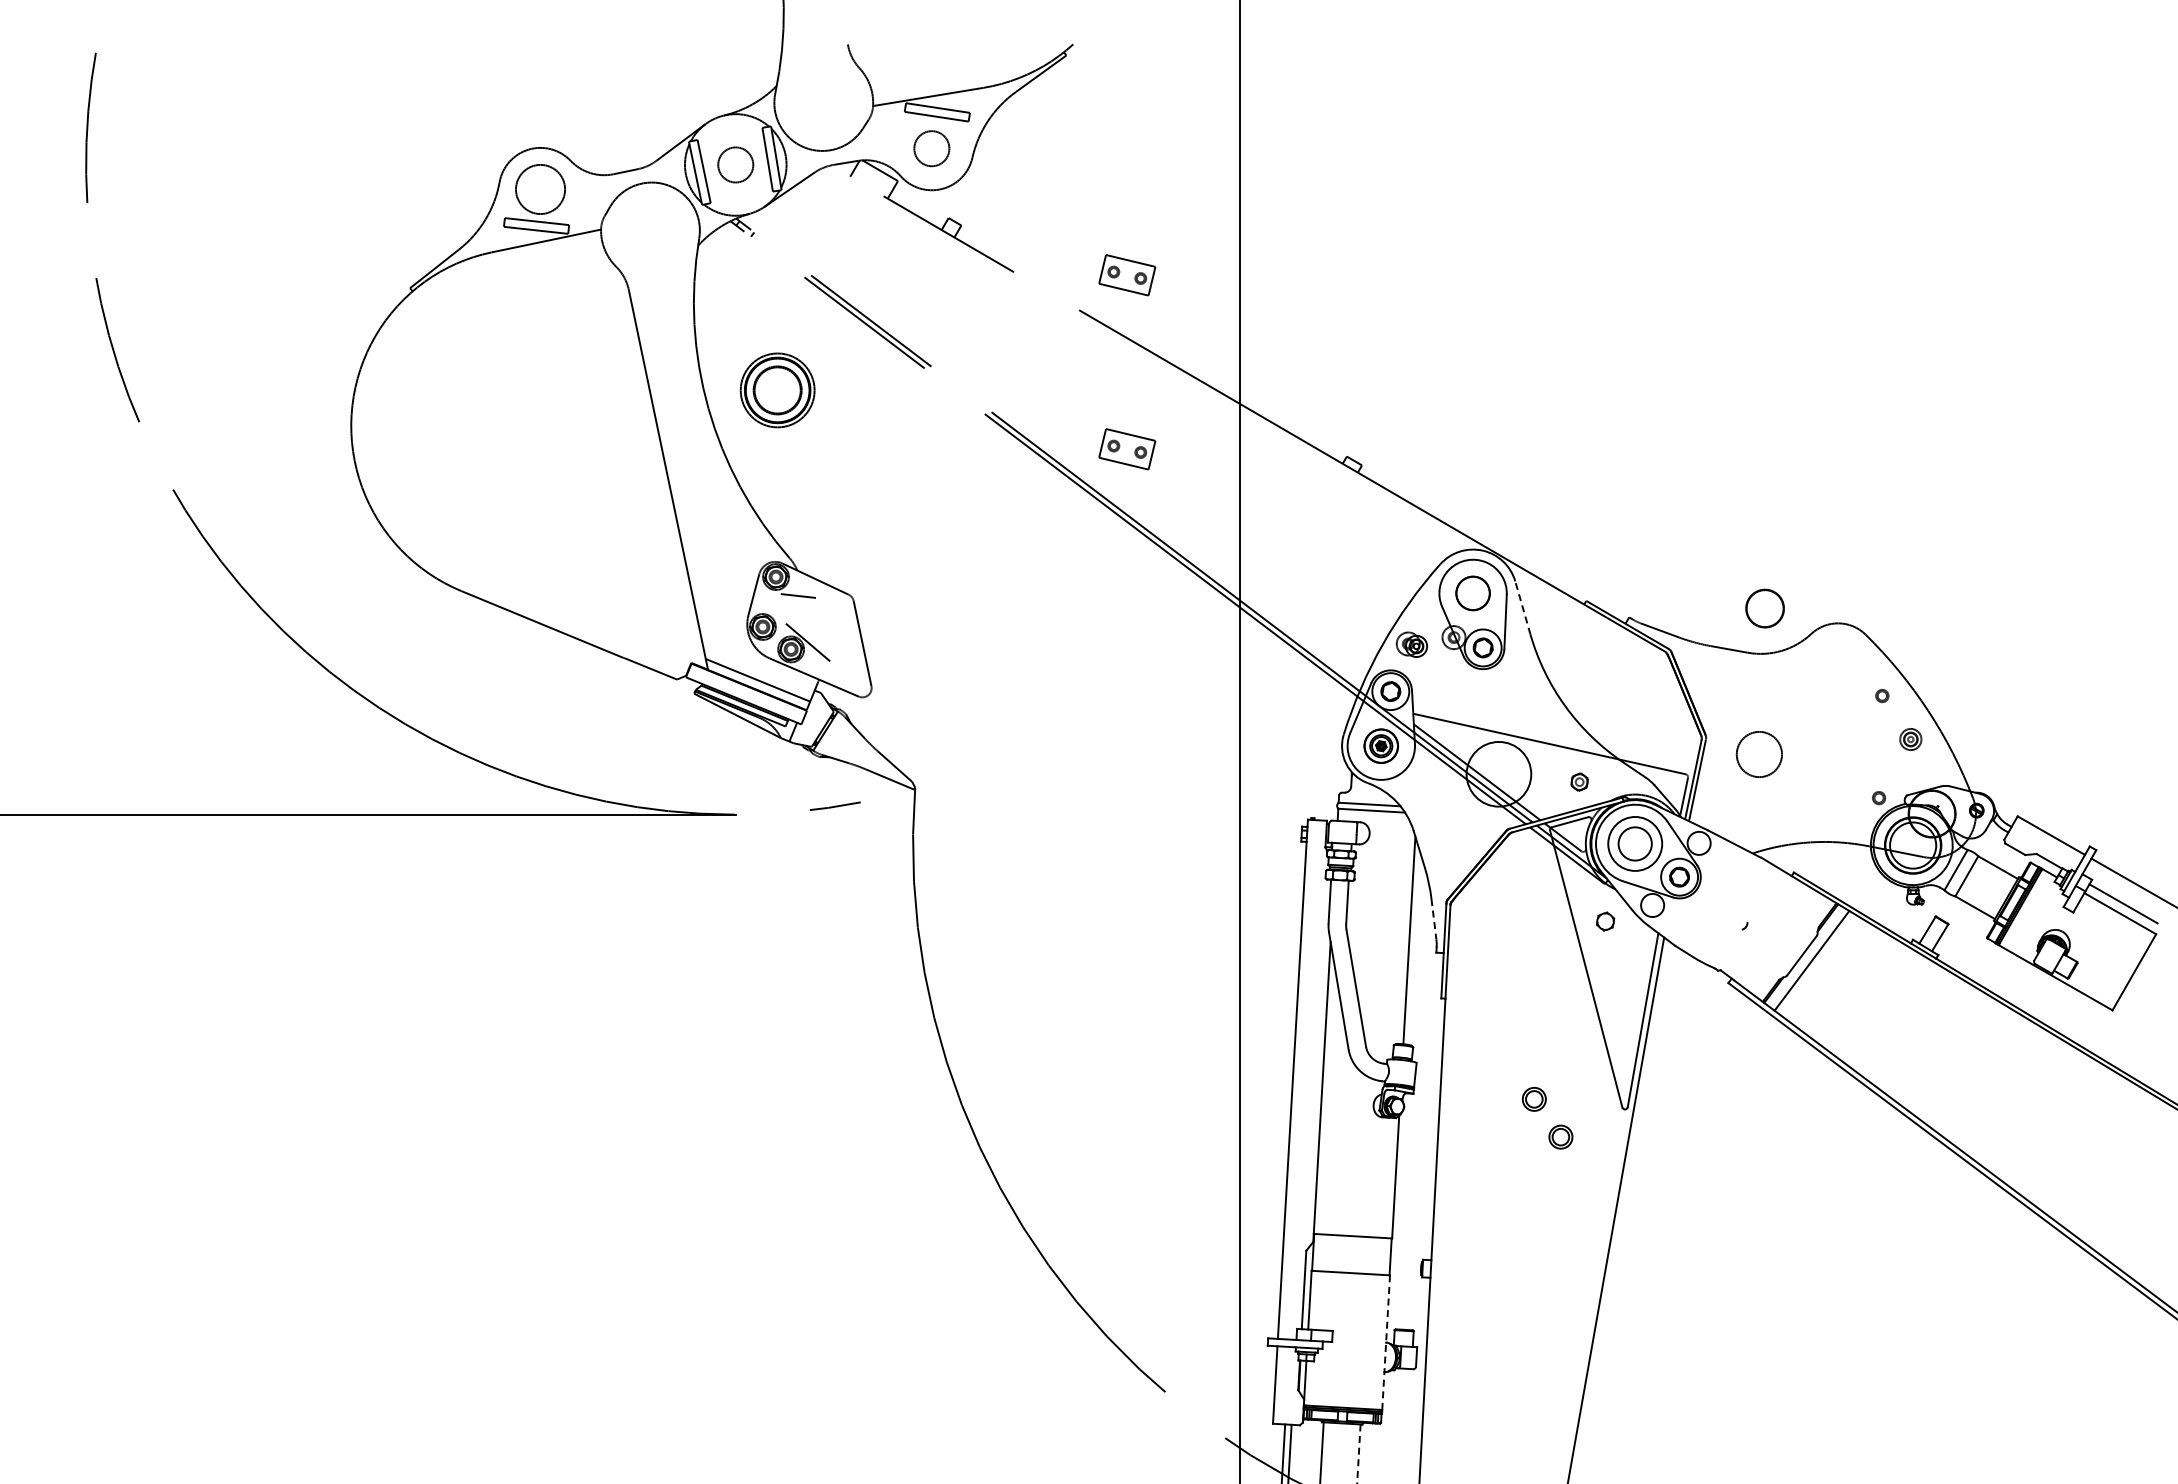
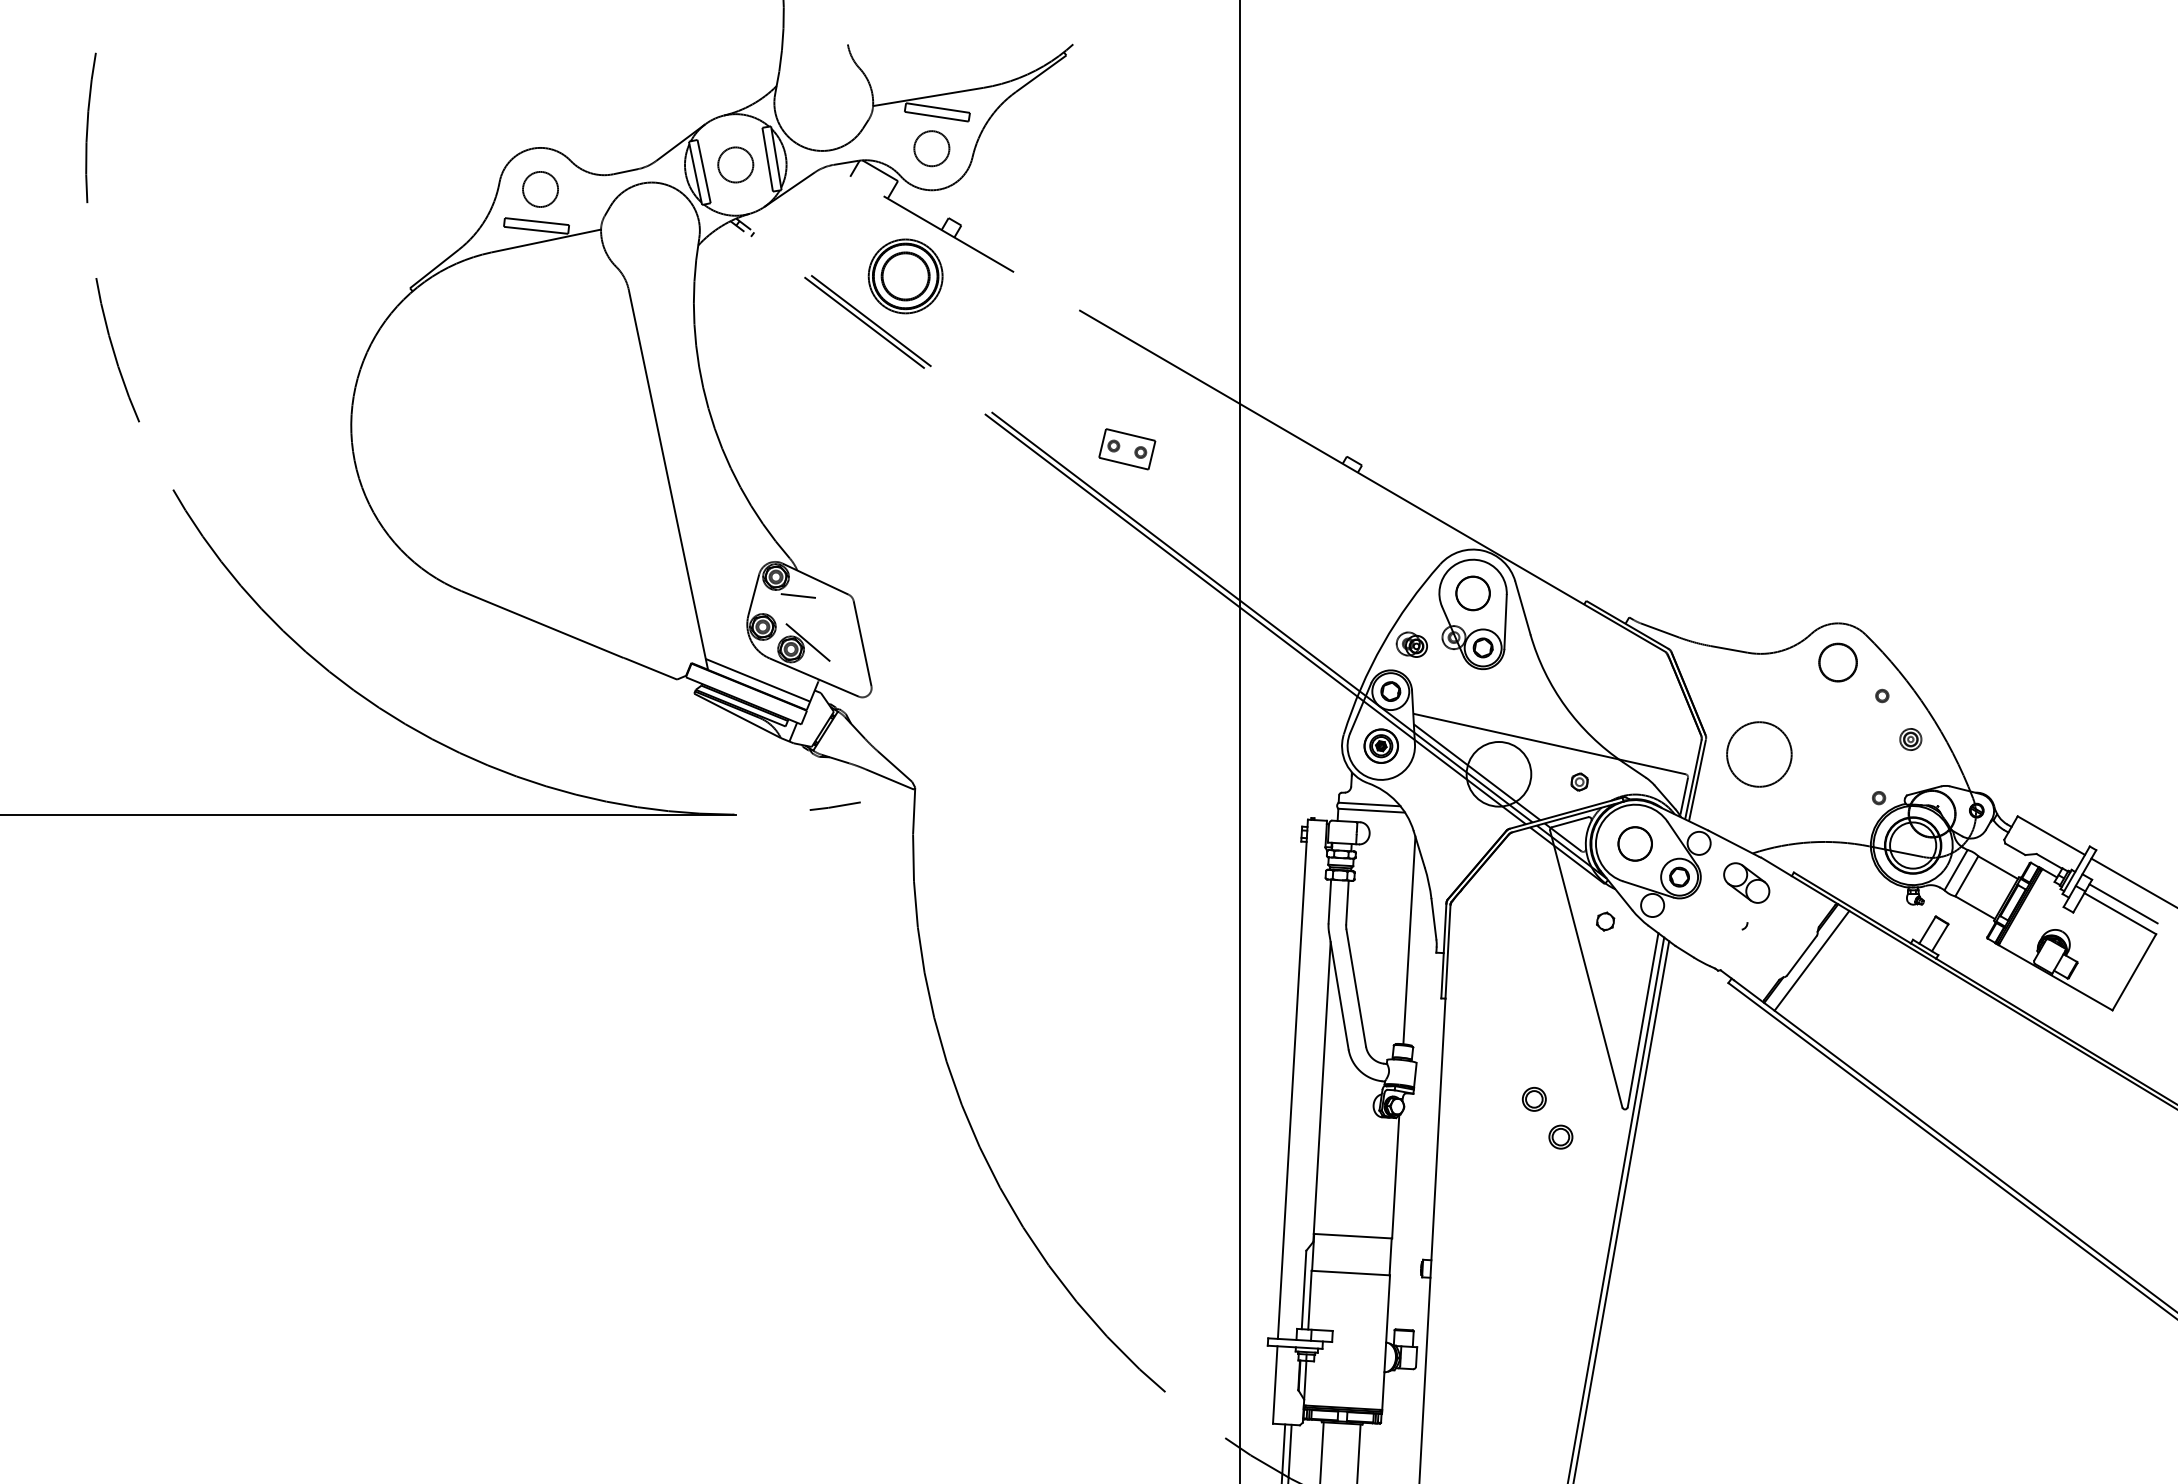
circle at (540, 189) diameter: 49 px -> 35 px
part at (1127, 275): present -> none
part at (777, 390) position: (777, 390) -> (905, 276)
line at (1522, 607): dashed -> solid
part at (1764, 608) position: (1764, 608) -> (1837, 662)
circle at (1759, 754) diameter: 45 px -> 65 px
circle at (1635, 843) diameter: 54 px -> 34 px
part at (1746, 882): none -> present
line at (1434, 919): dashed -> solid
line at (1621, 1210): none -> present
line at (1386, 1343): dashed -> solid
line at (1358, 1454): dashed -> solid
